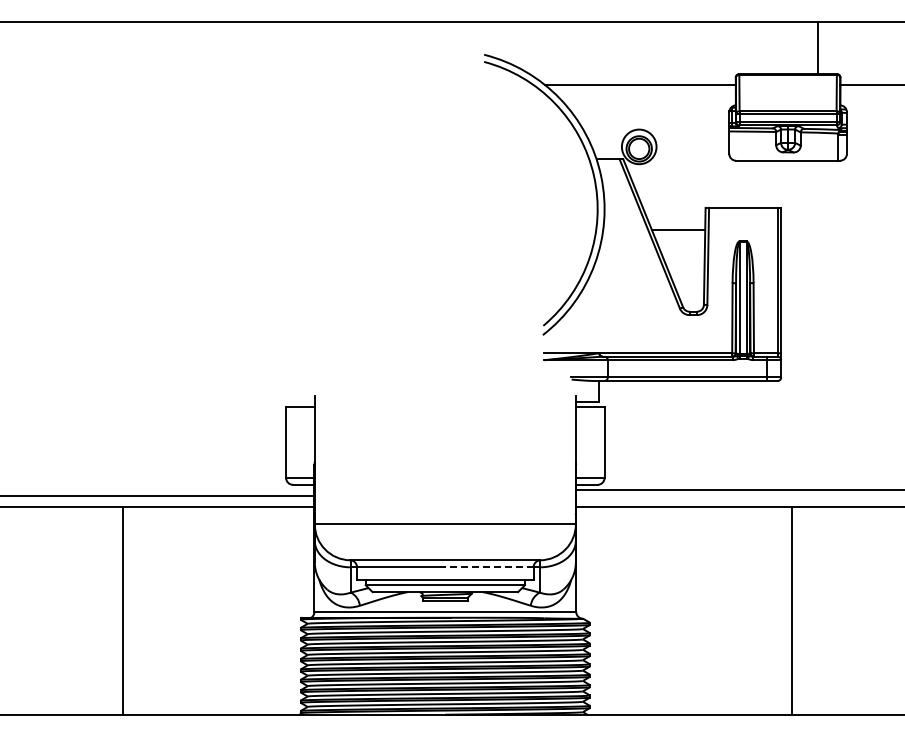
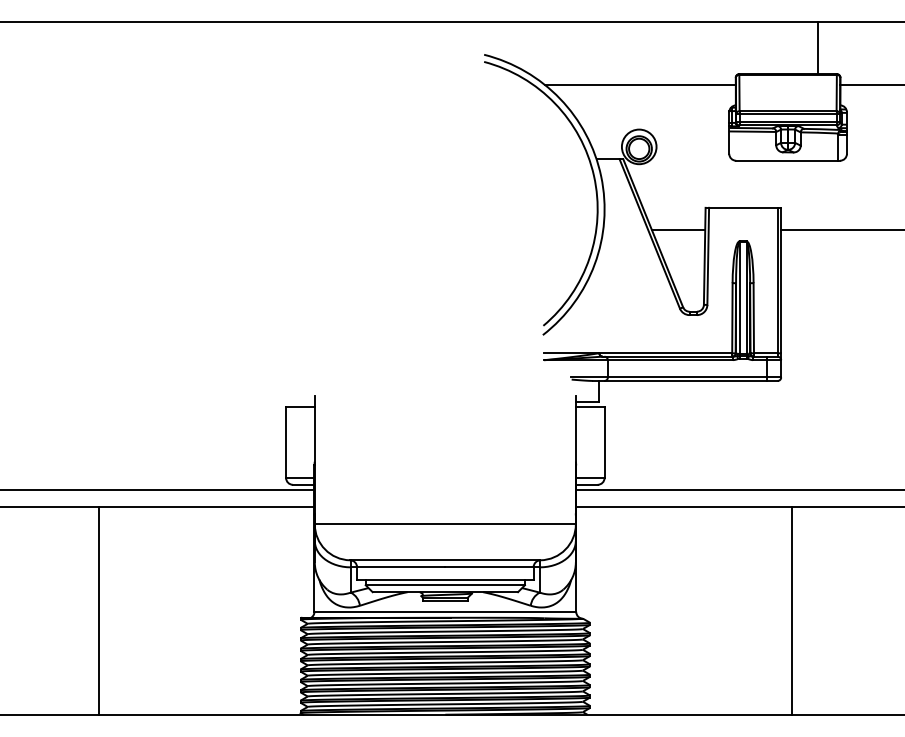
line at (841, 230): none -> present
line at (158, 495) position: (158, 495) -> (158, 489)
line at (488, 567): dashed -> solid
line at (123, 610) position: (123, 610) -> (99, 610)
